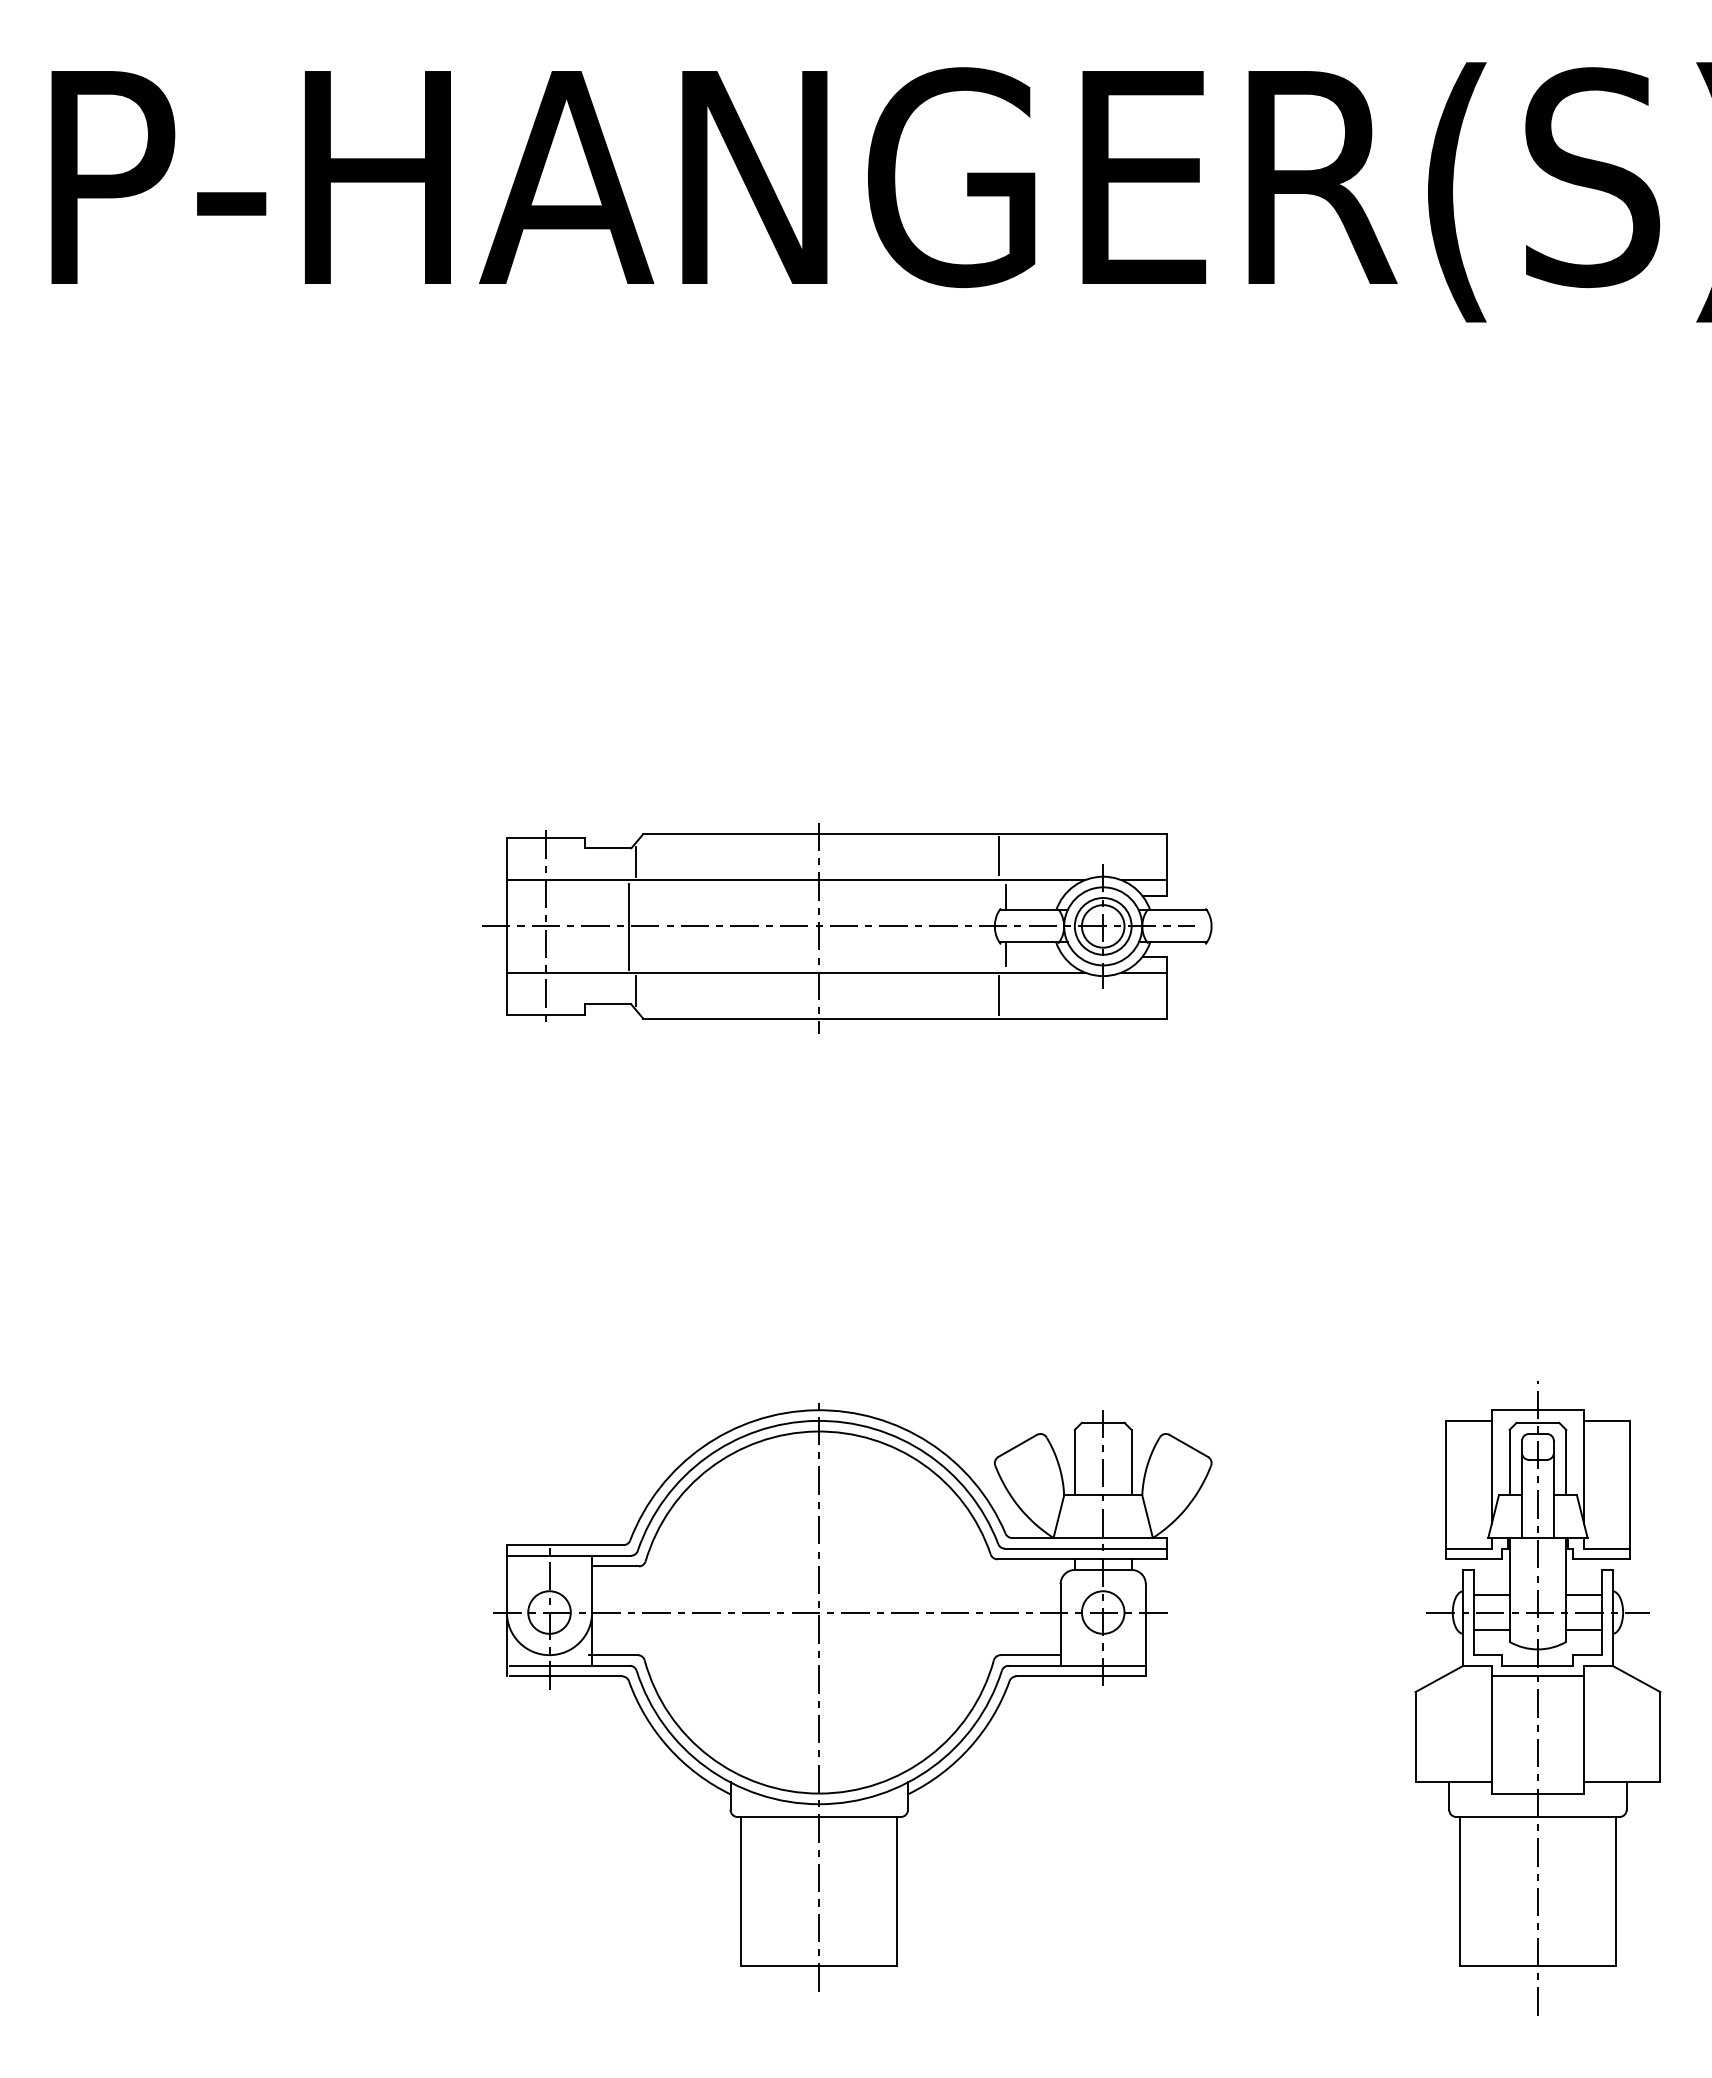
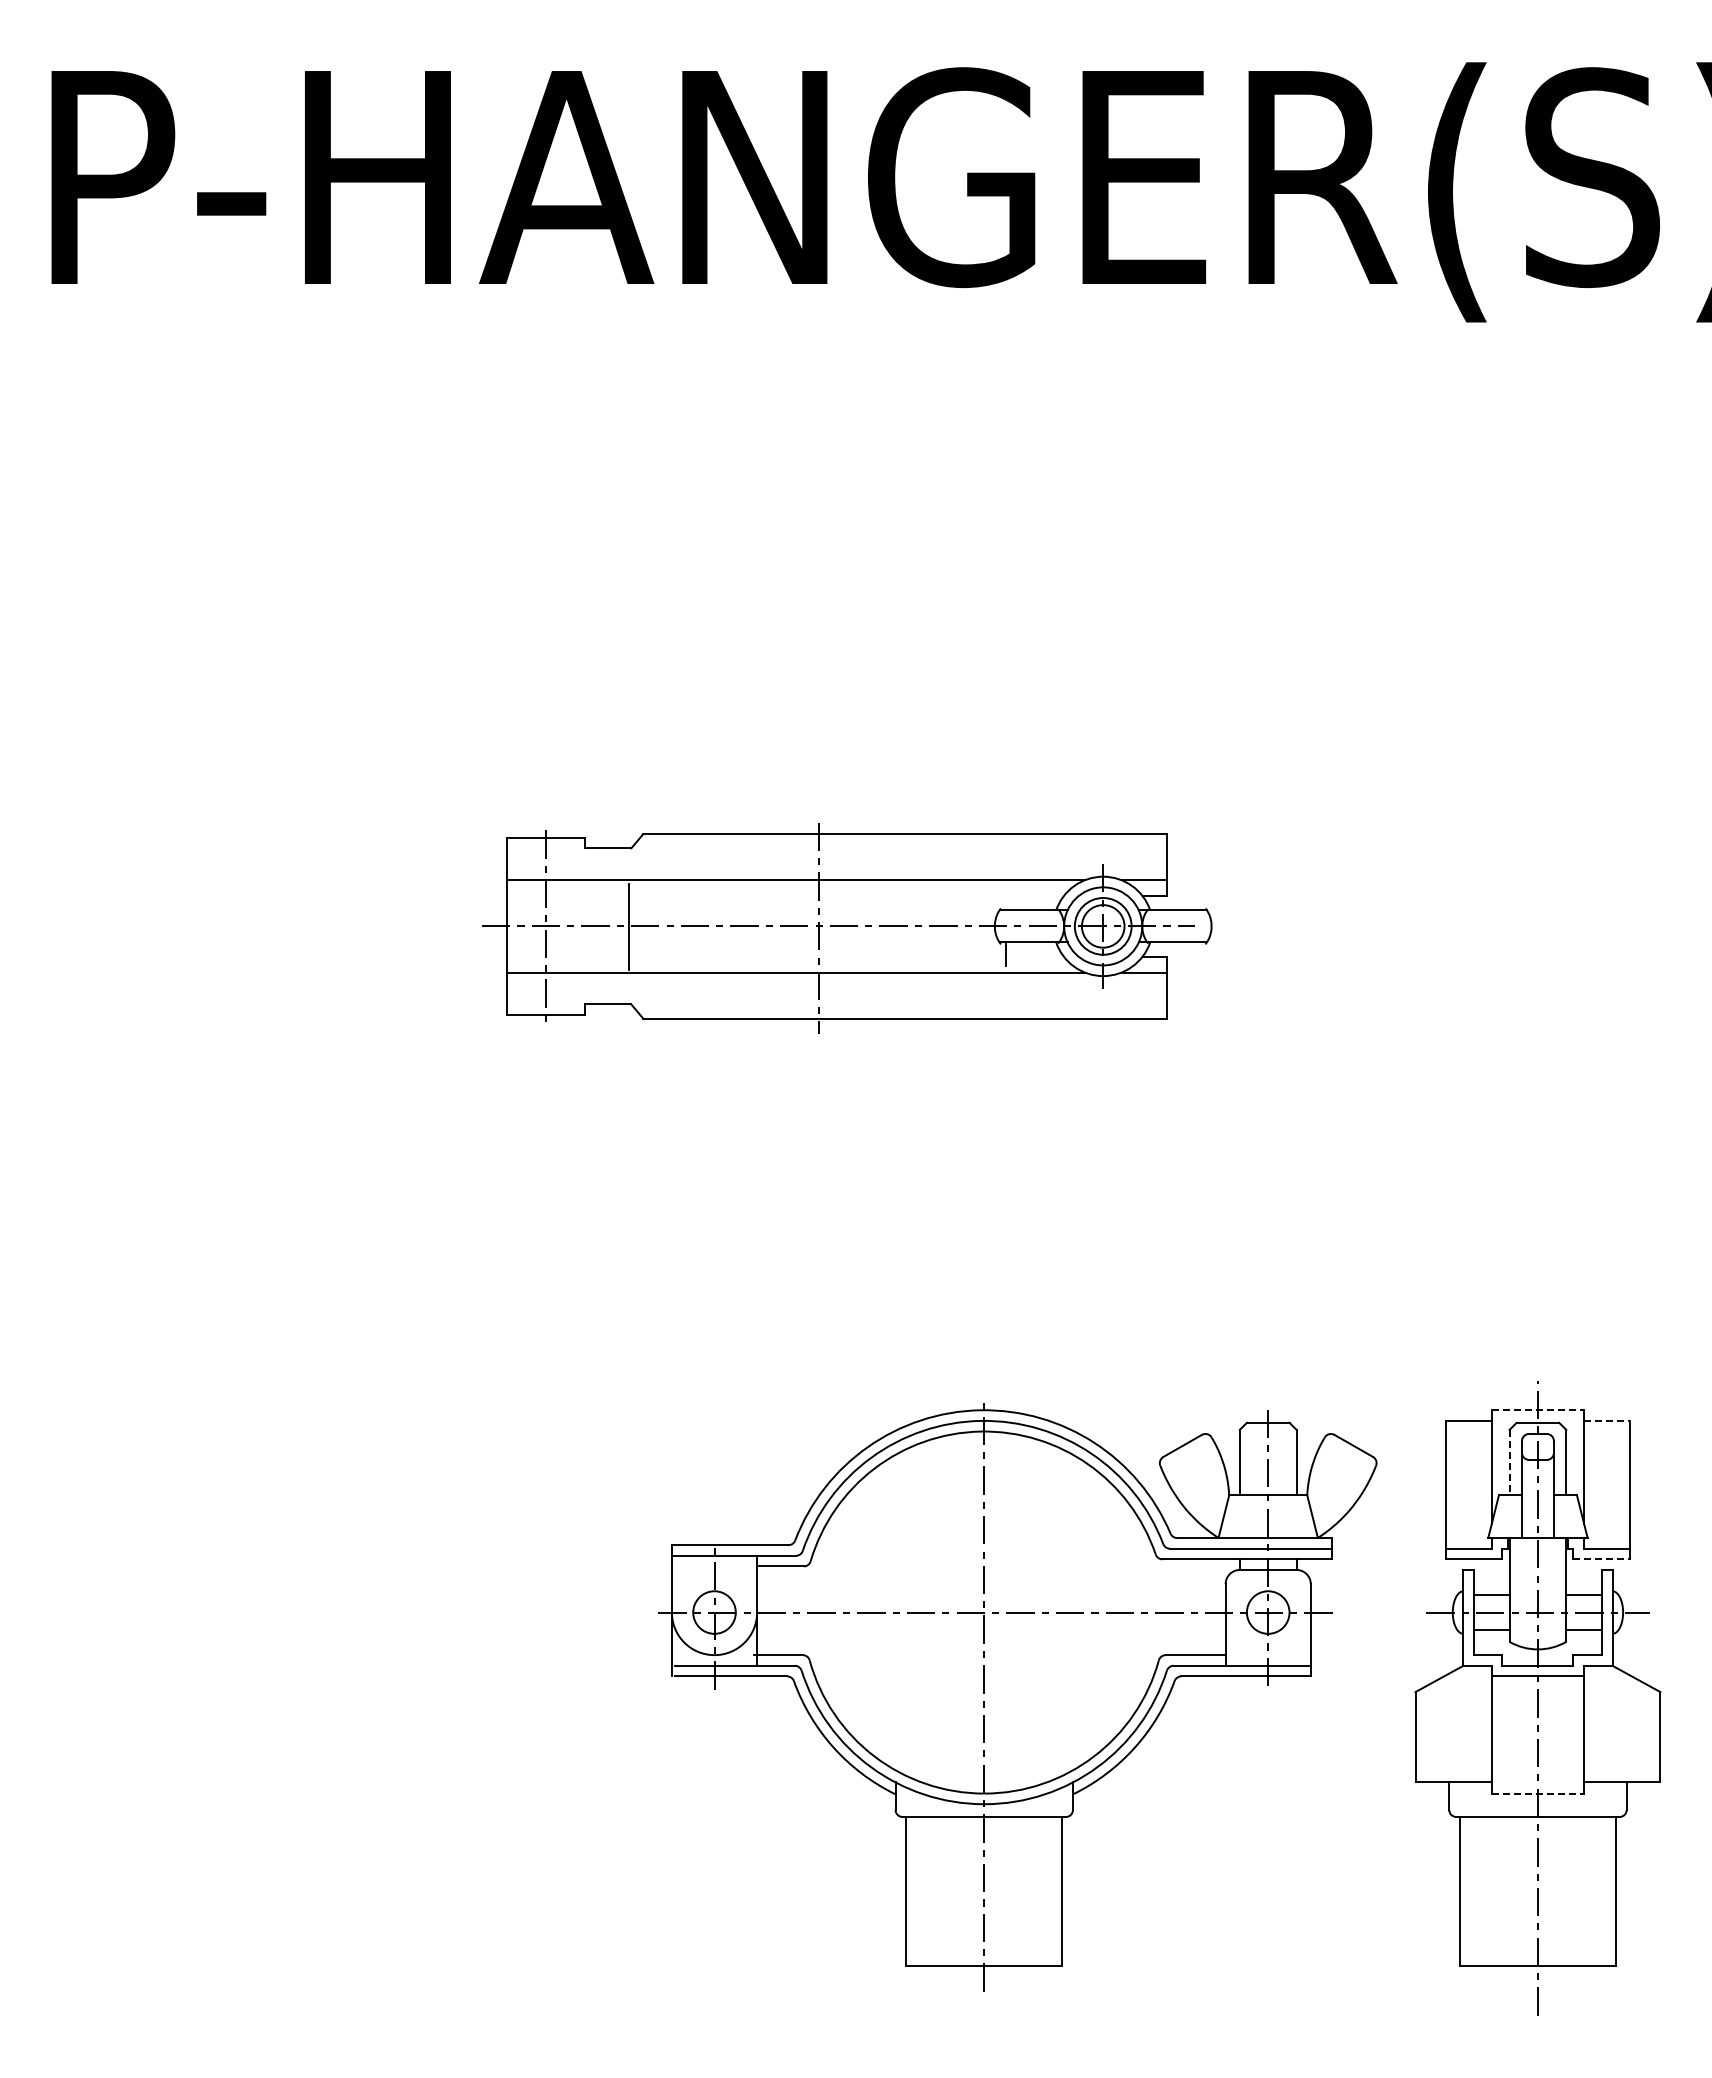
line at (999, 855): present -> none
line at (635, 861): present -> none
line at (1006, 897): present -> none
line at (635, 990): present -> none
line at (999, 995): present -> none
line at (1538, 1410): solid -> dashed
line at (1607, 1420): solid -> dashed
line at (1509, 1462): solid -> dashed
line at (1602, 1559): solid -> dashed
part at (852, 1697) position: (852, 1697) -> (1017, 1697)
line at (1538, 1794): solid -> dashed
